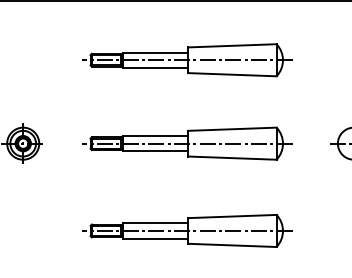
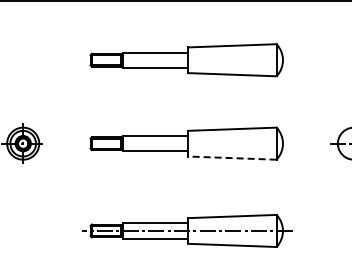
line at (187, 60): present -> none
line at (187, 143): present -> none
line at (231, 158): solid -> dashed
